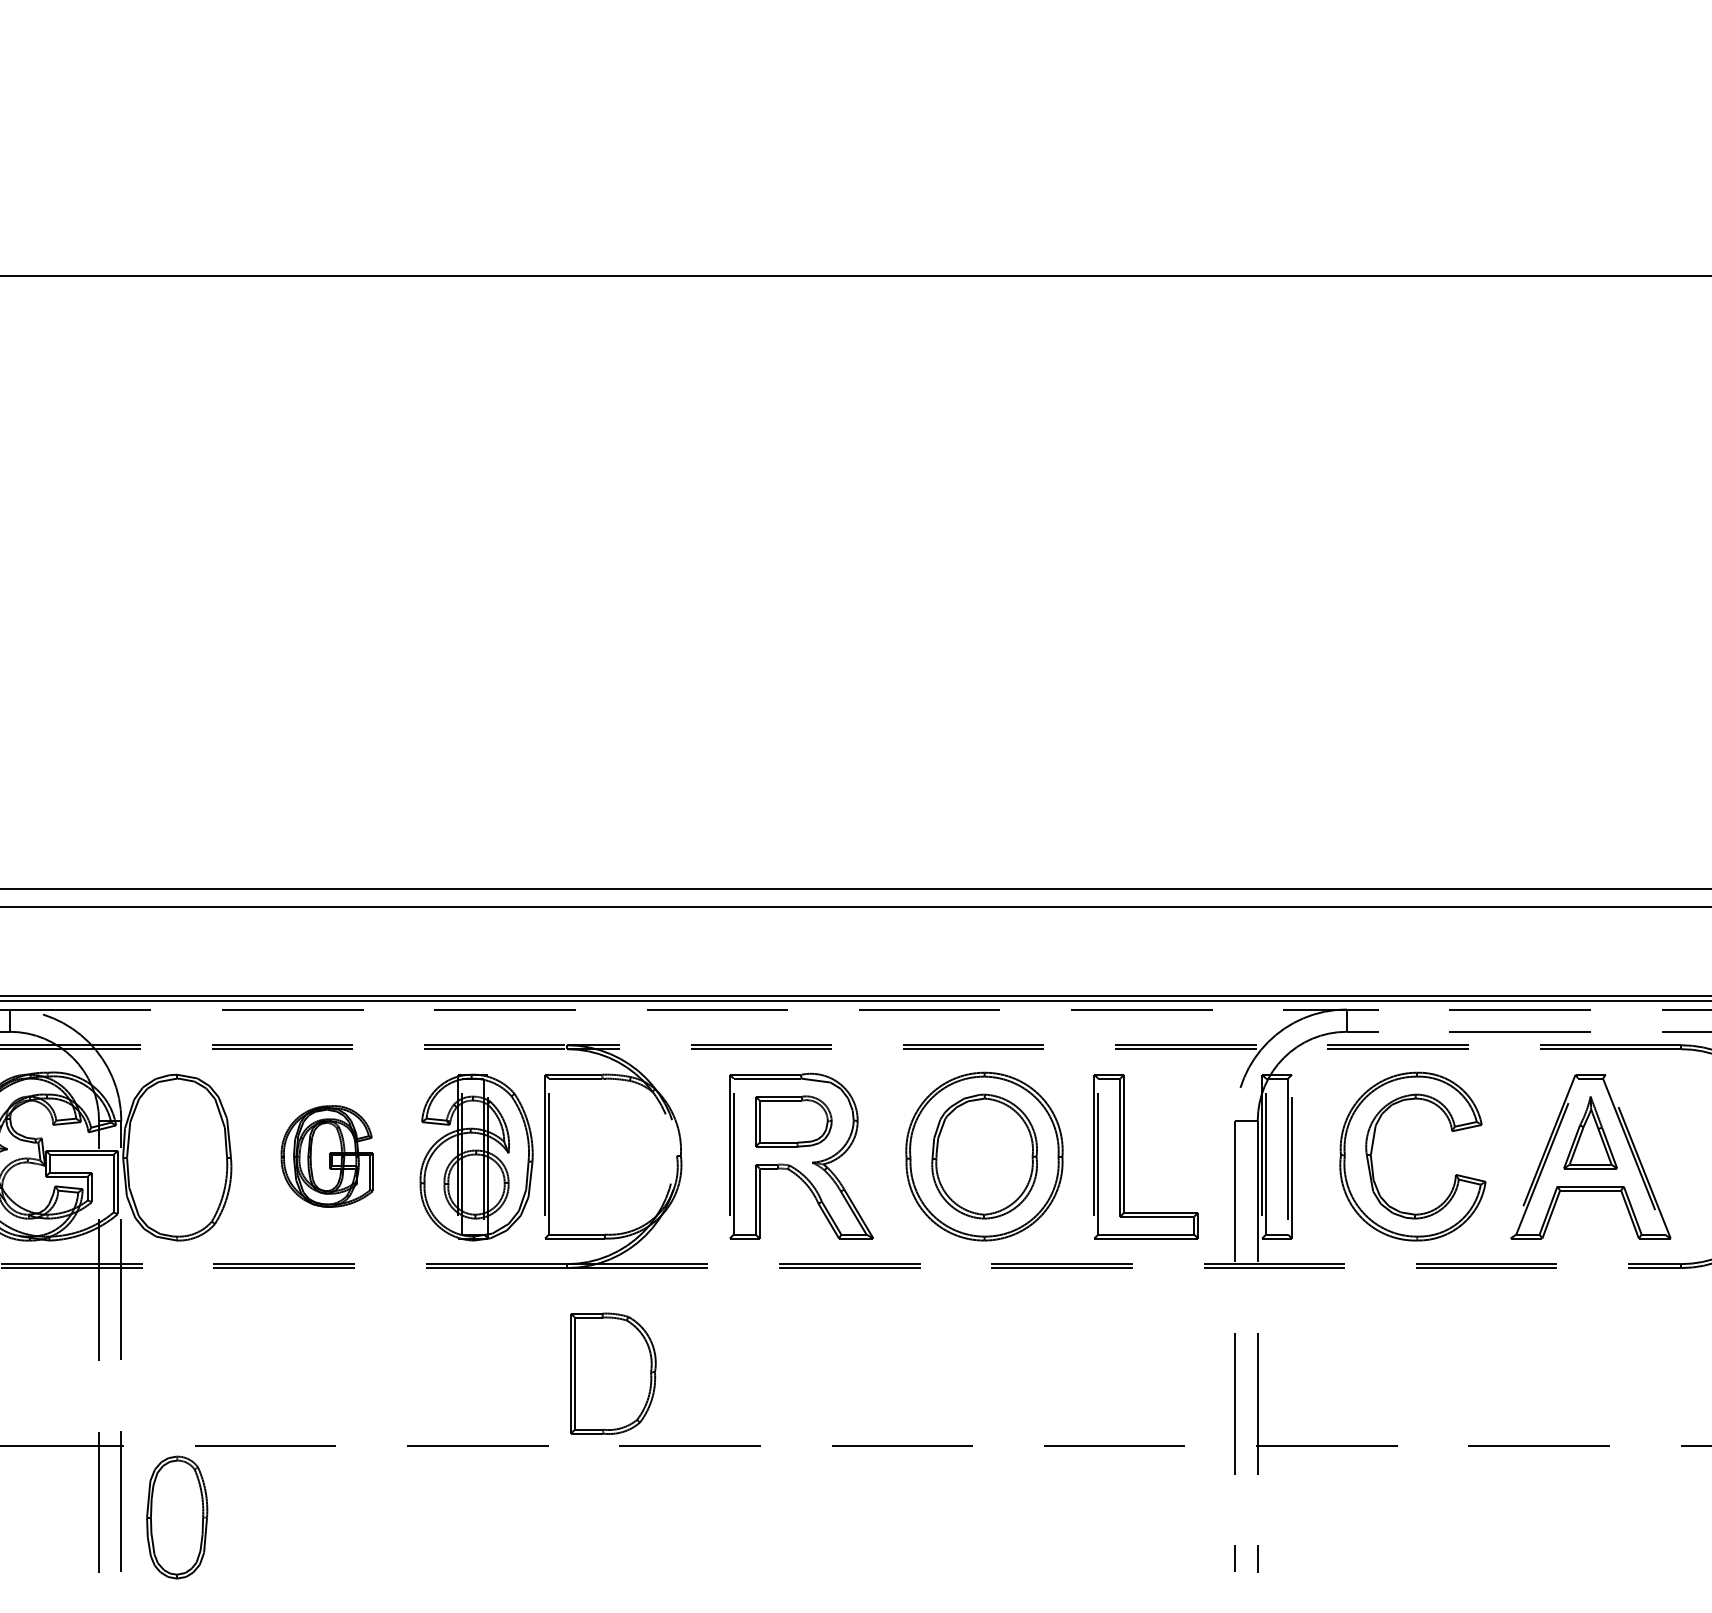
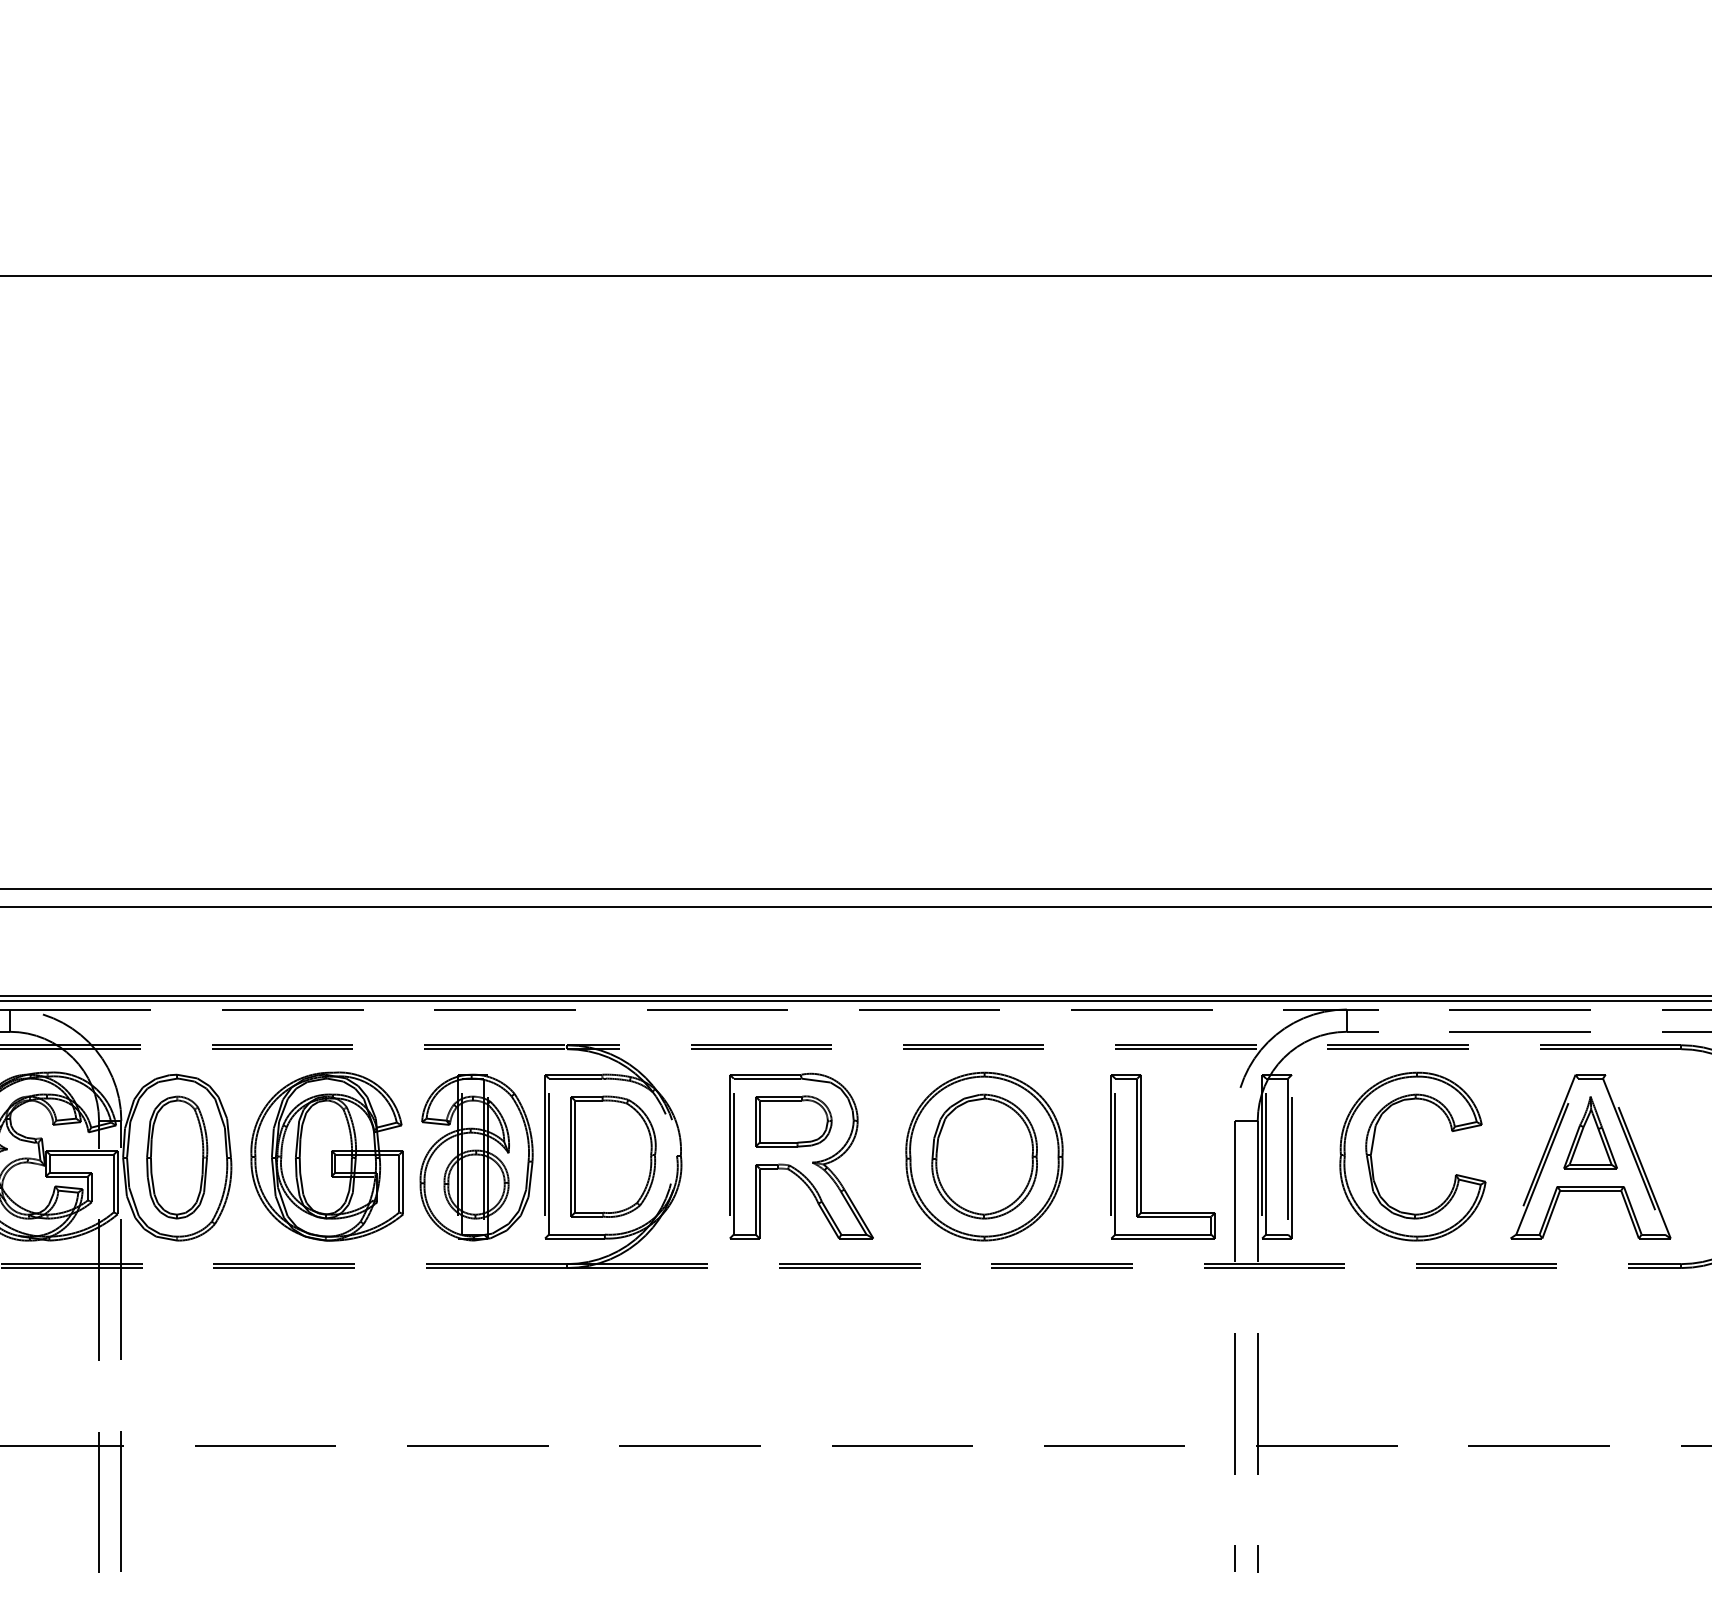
part at (326, 1156) size: 94x103 px -> 154x171 px
part at (1124, 1156) position: (1124, 1156) -> (1141, 1156)
part at (613, 1373) position: (613, 1373) -> (613, 1156)
part at (177, 1517) position: (177, 1517) -> (177, 1157)
